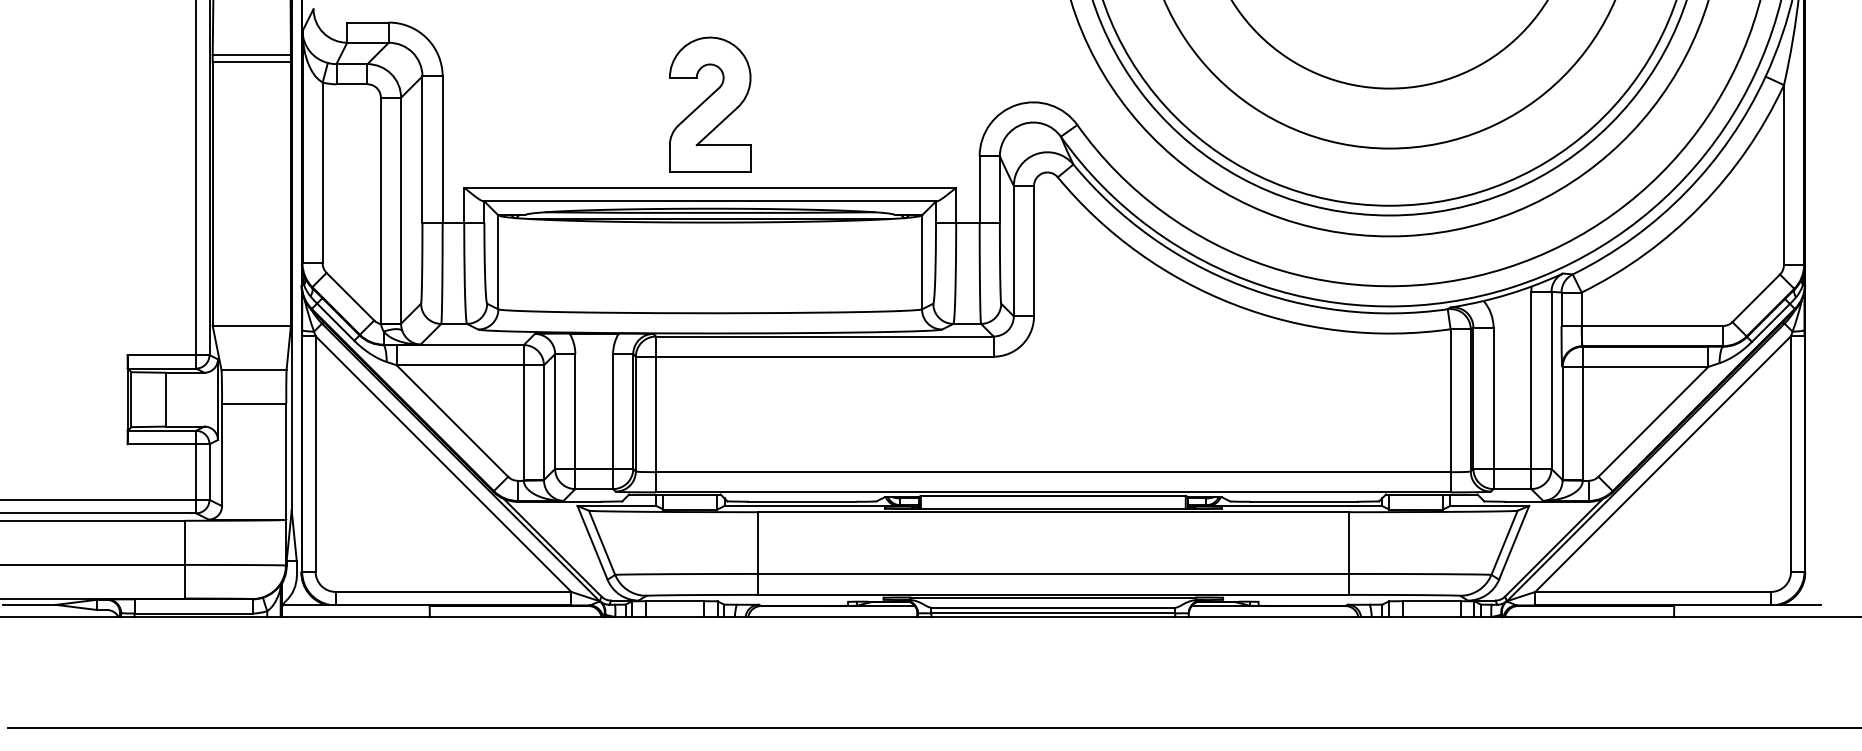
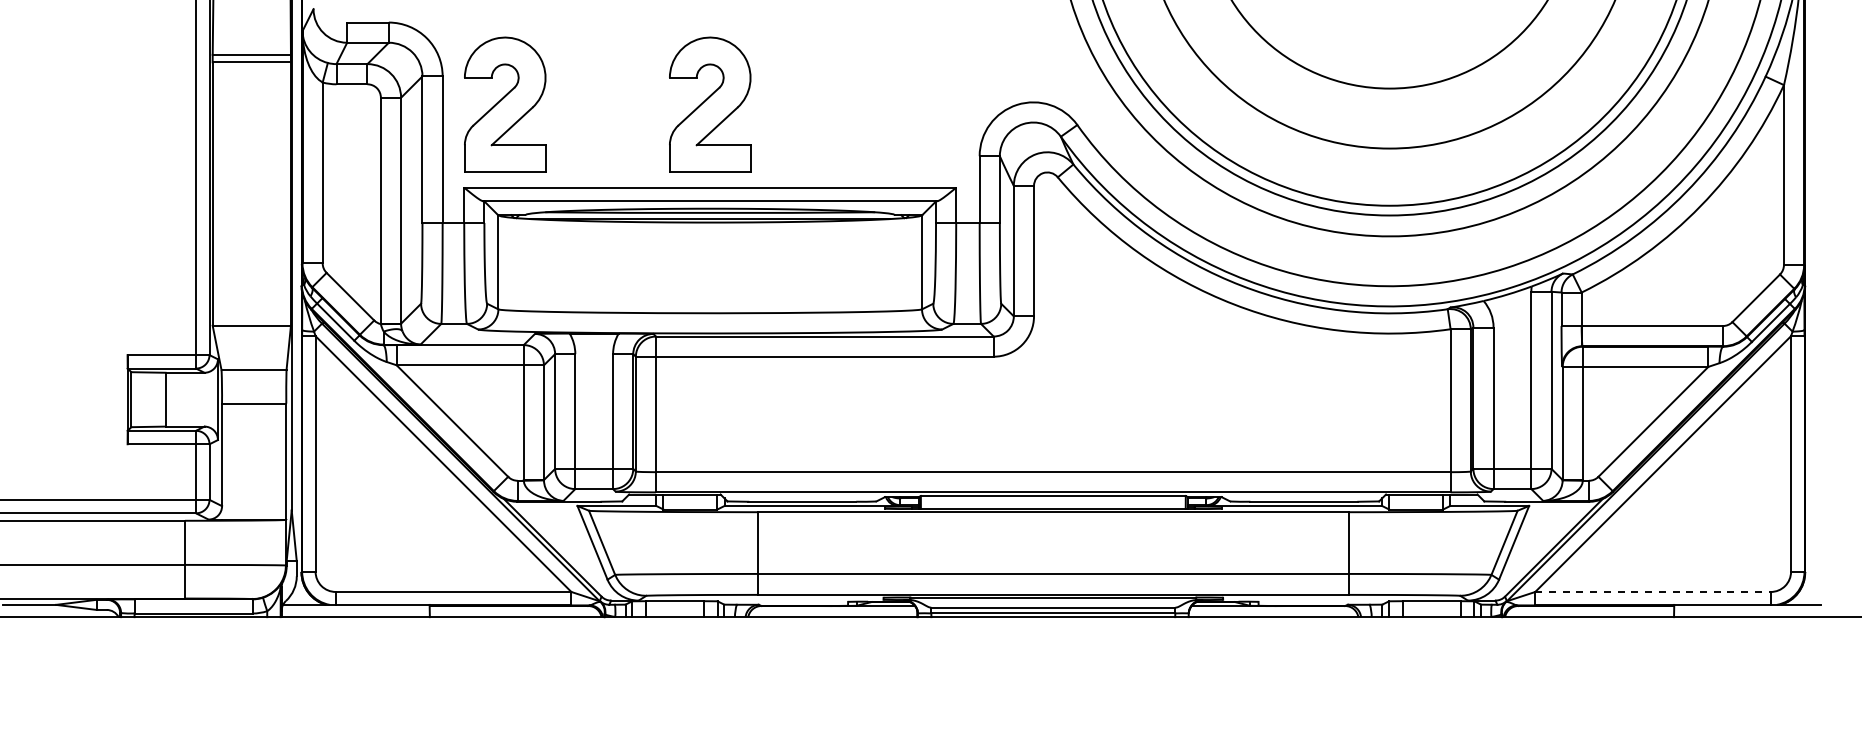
part at (505, 104): none -> present
line at (1653, 591): solid -> dashed
line at (932, 728): present -> none
